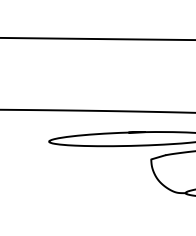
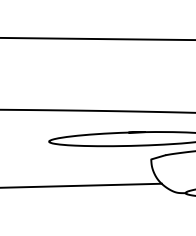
line at (81, 185): none -> present
